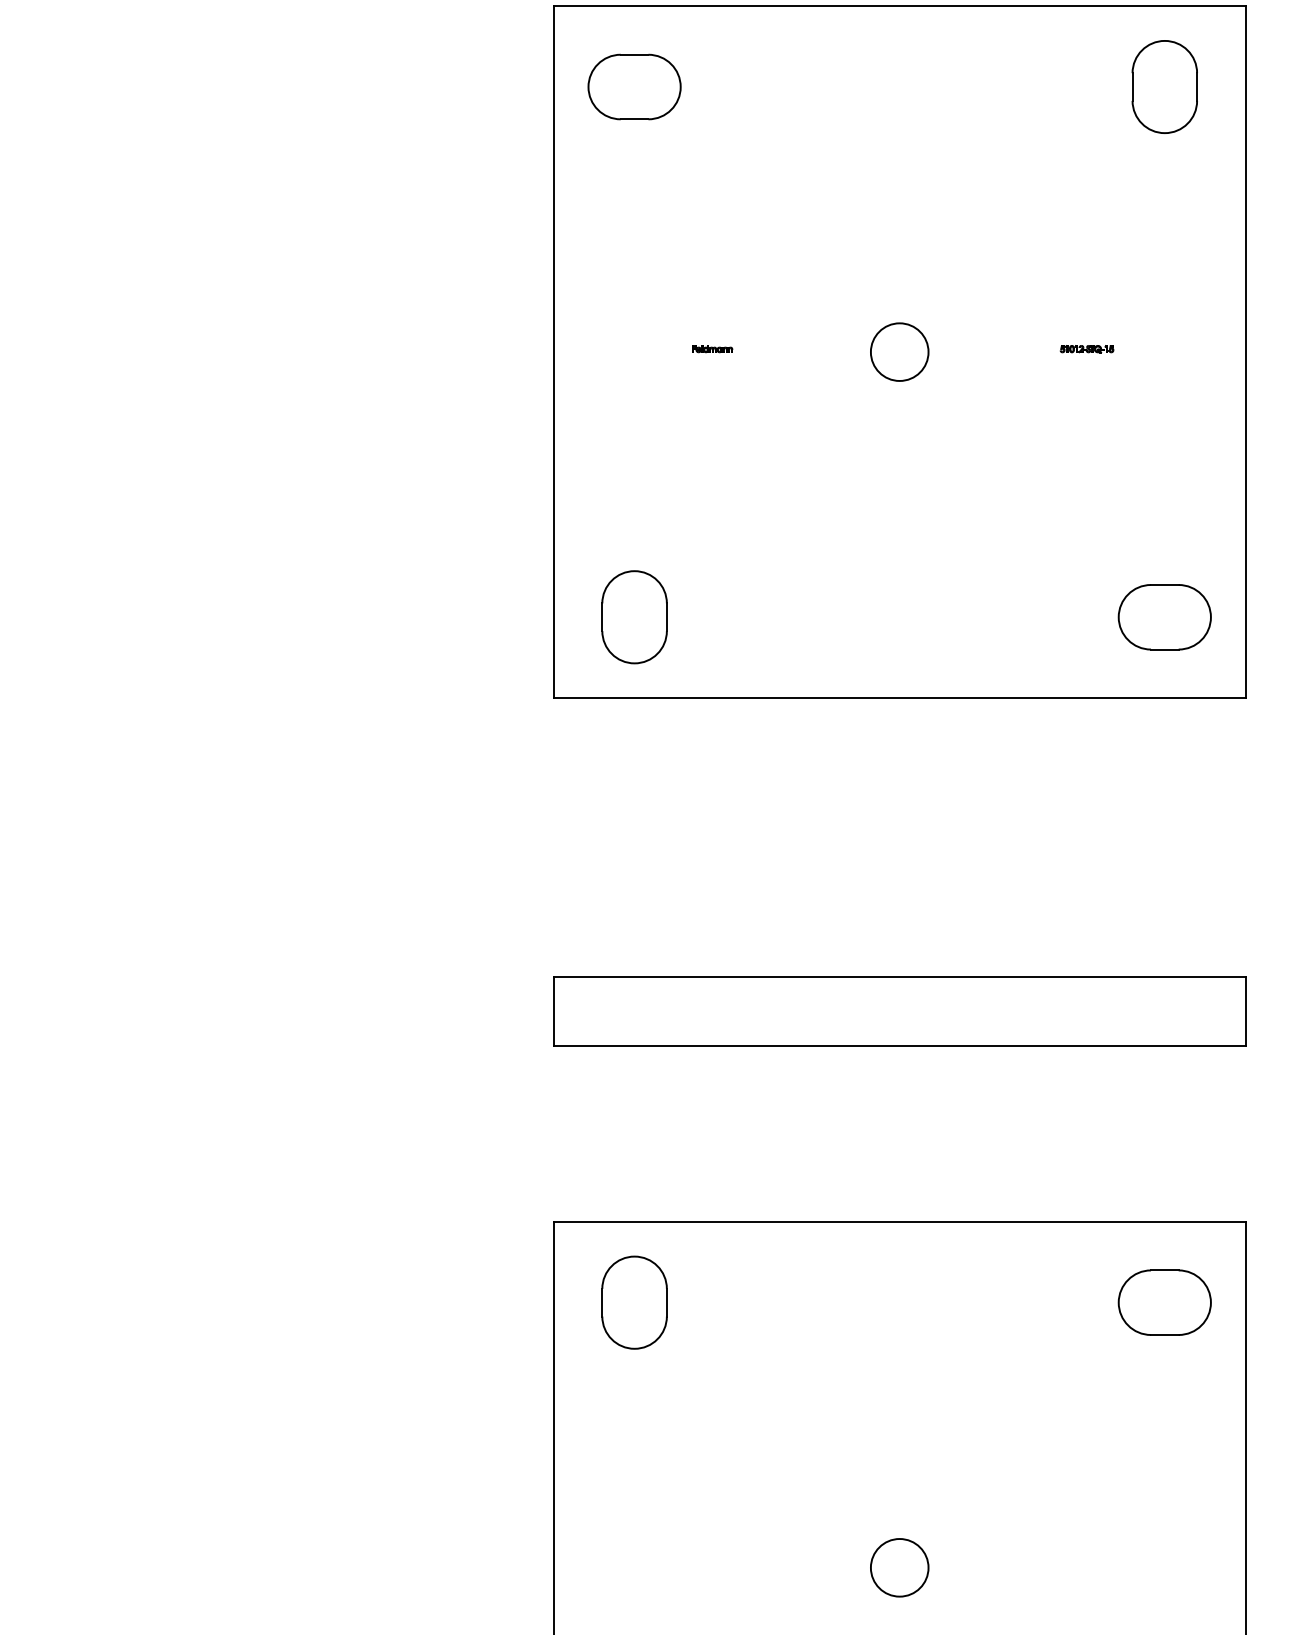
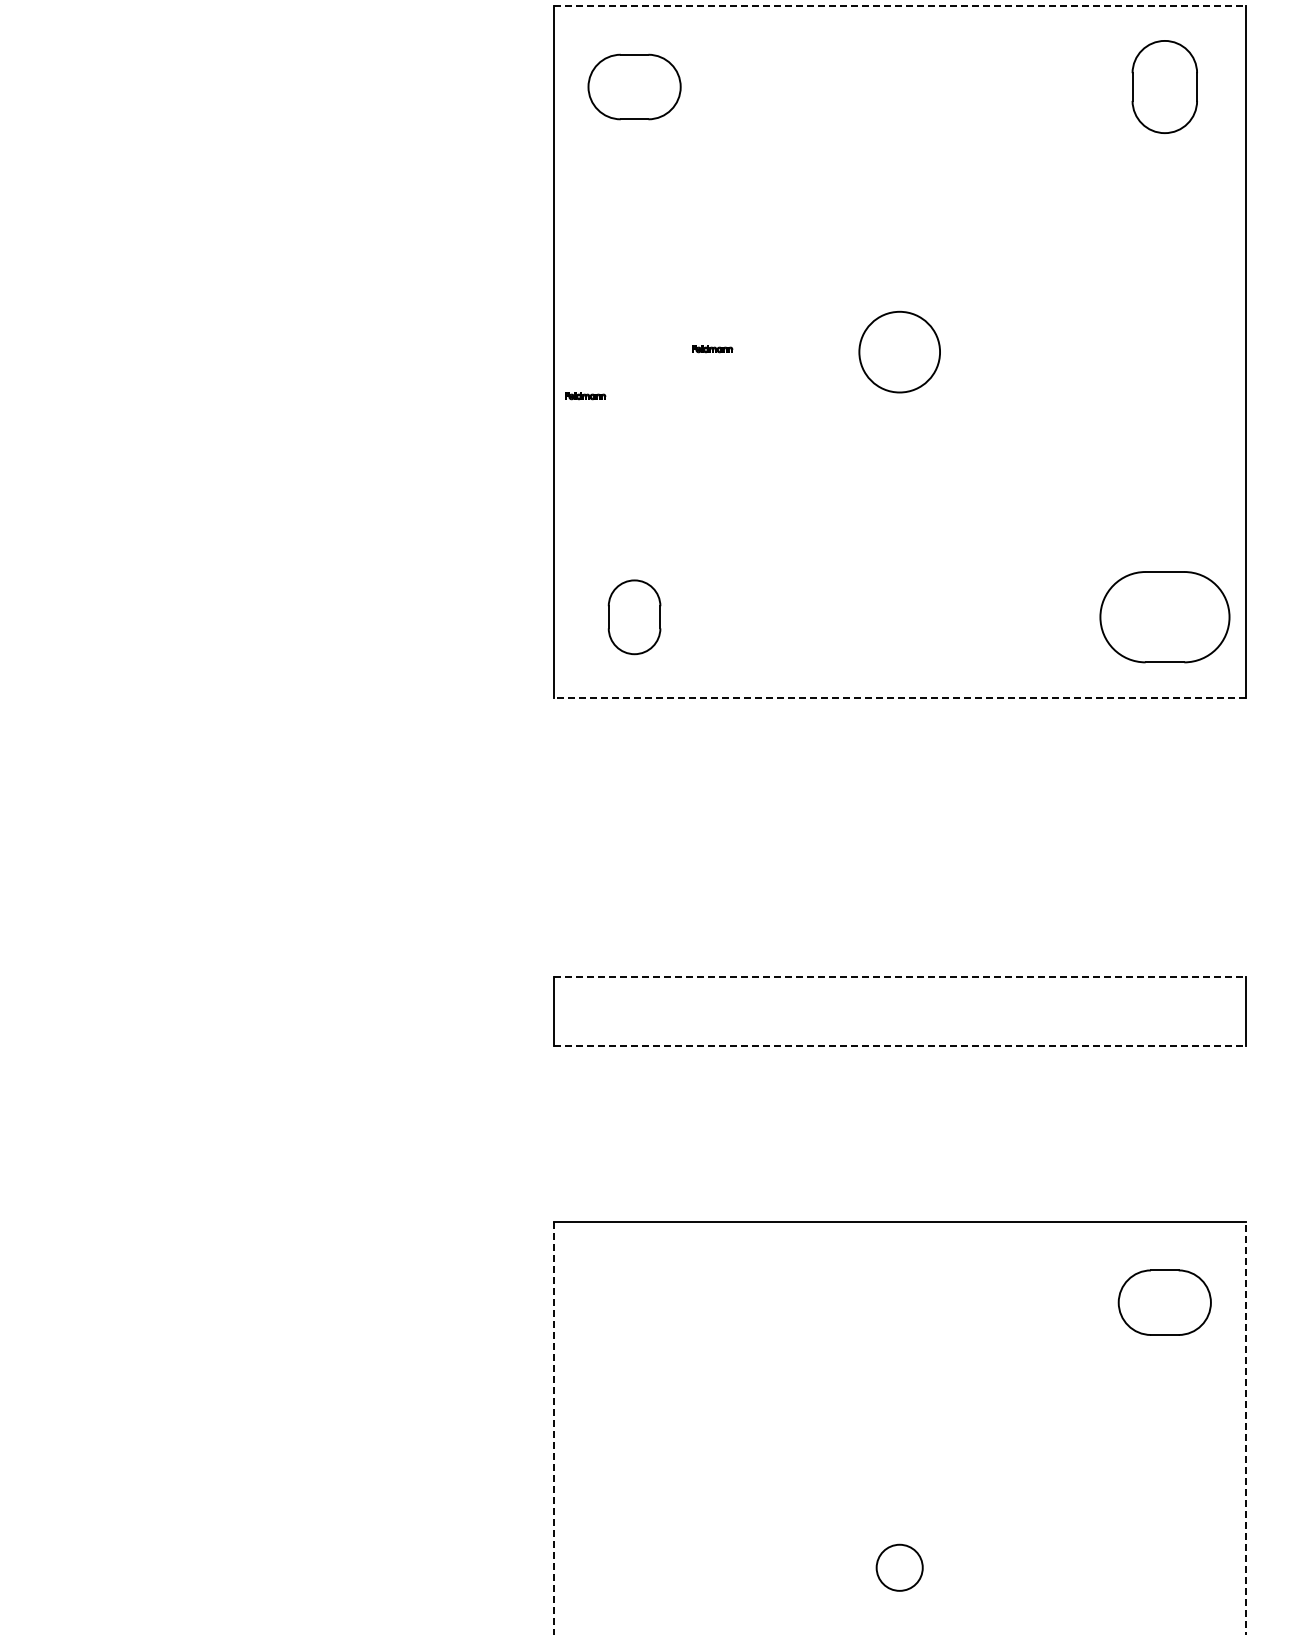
line at (899, 6): solid -> dashed
part at (1086, 349): present -> none
circle at (899, 351) diameter: 58 px -> 81 px
part at (585, 396): none -> present
part at (634, 617) size: 67x95 px -> 55x77 px
part at (1164, 617) size: 95x67 px -> 132x93 px
line at (899, 697): solid -> dashed
line at (899, 977): solid -> dashed
line at (899, 1046): solid -> dashed
part at (634, 1302): present -> none
line at (1245, 1427): solid -> dashed
line at (553, 1428): solid -> dashed
circle at (899, 1567) diameter: 58 px -> 46 px
